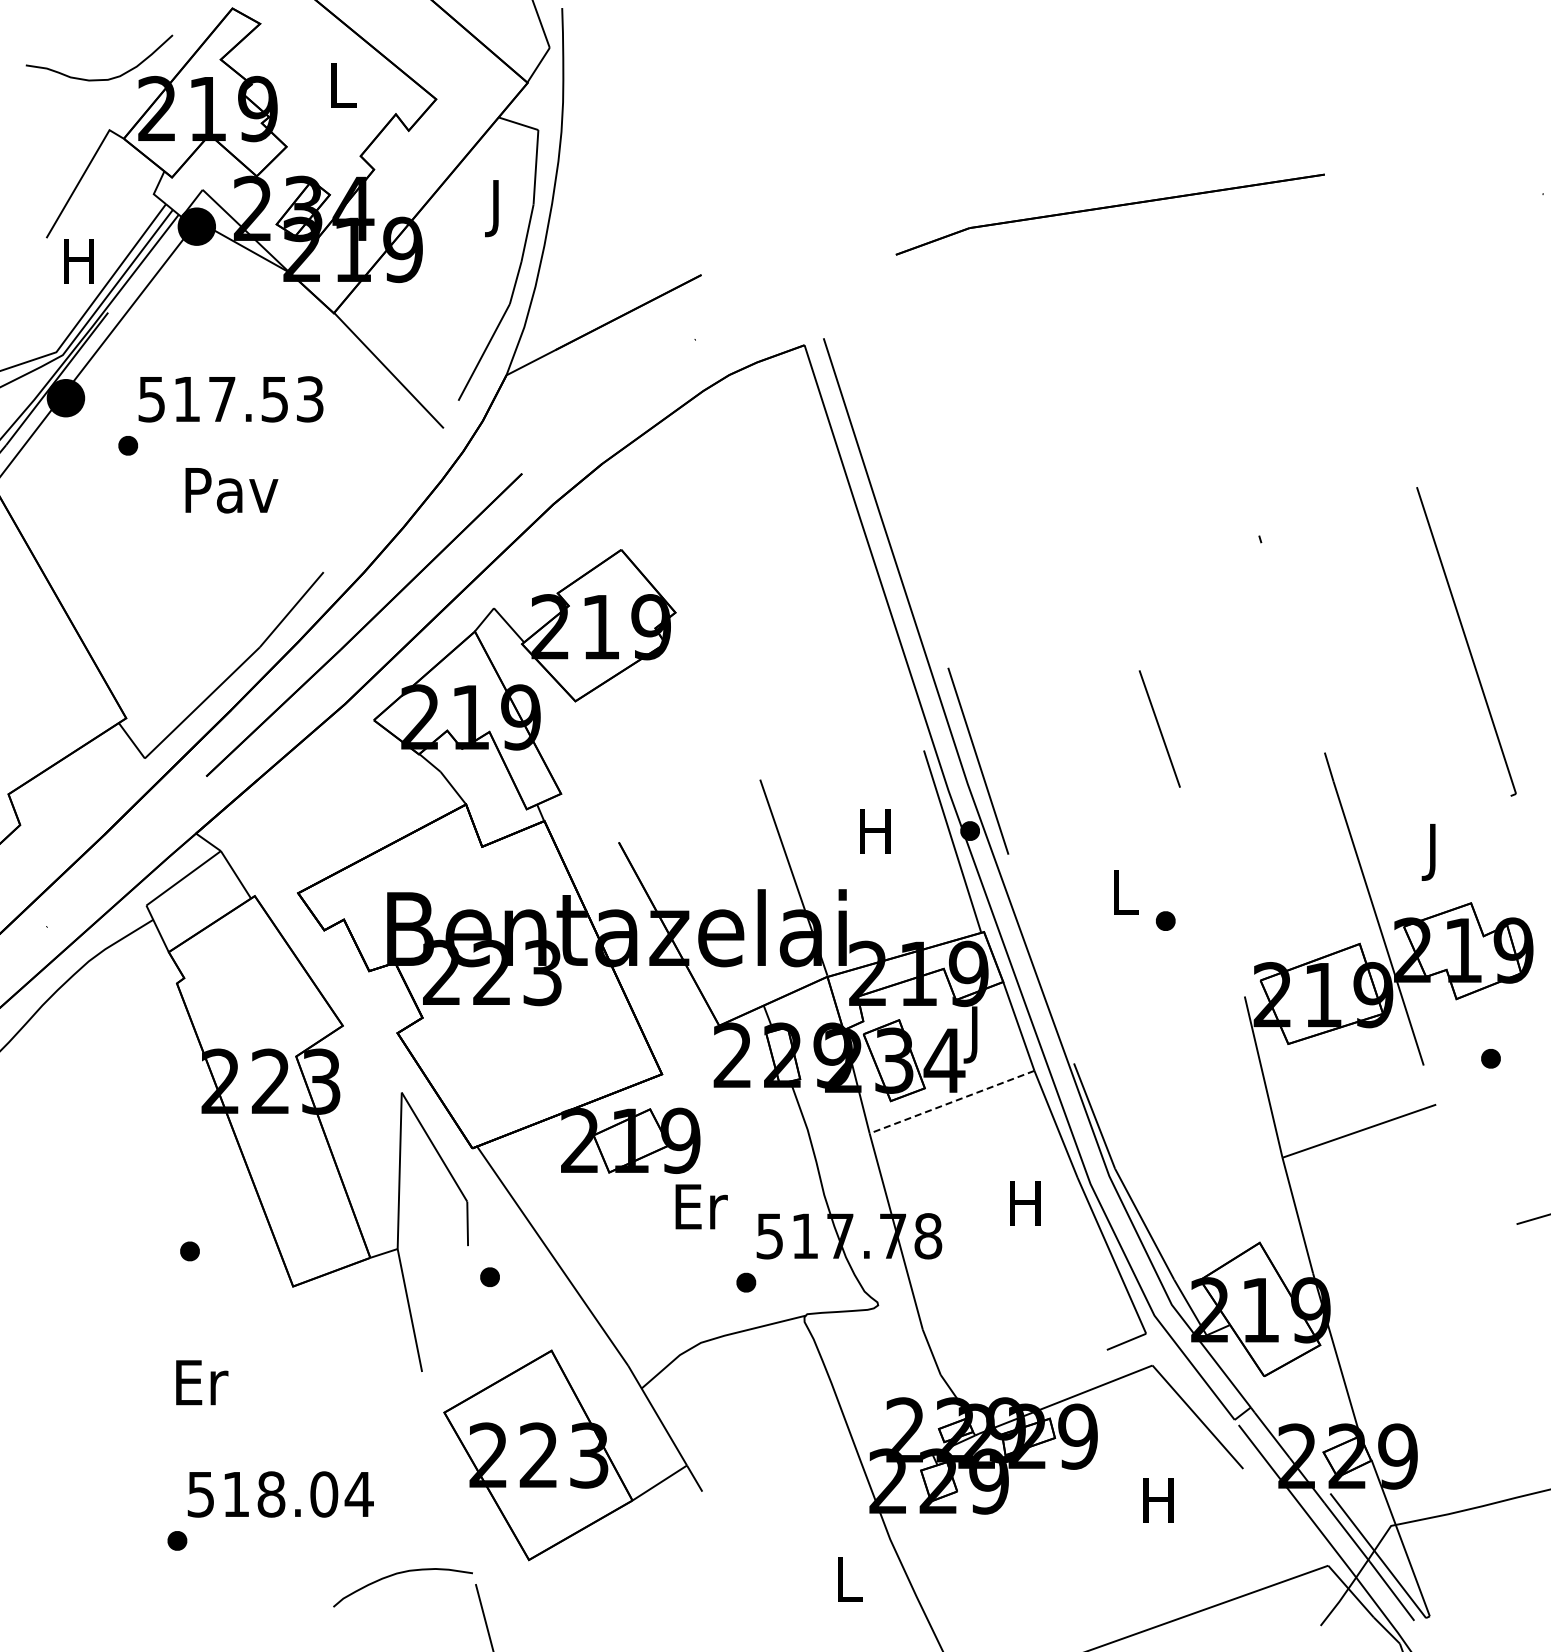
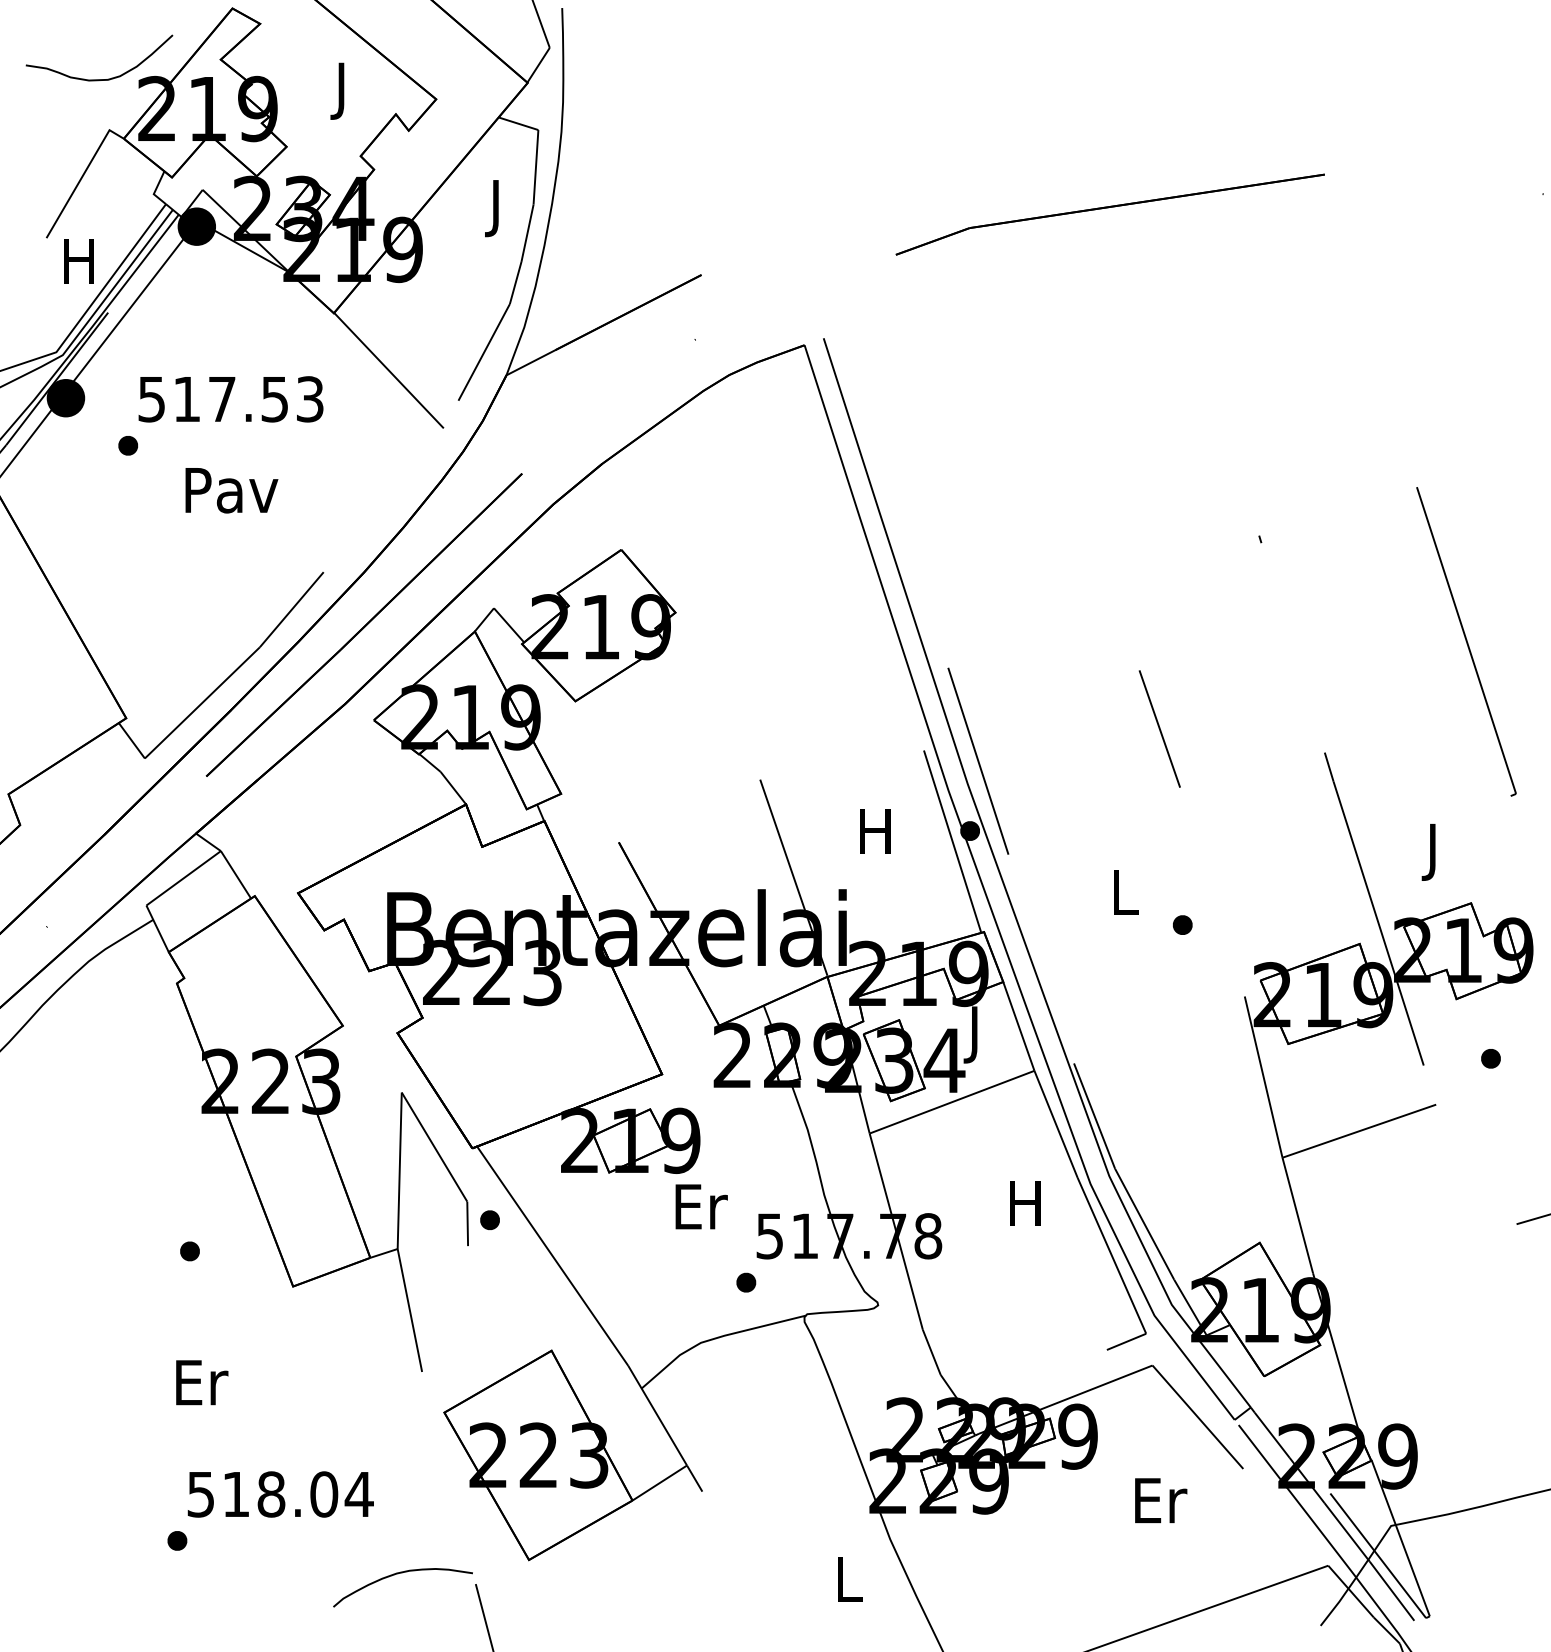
text at (343, 90): L -> J
part at (1165, 920) position: (1165, 920) -> (1182, 924)
line at (951, 1102): dashed -> solid
part at (489, 1276) position: (489, 1276) -> (489, 1219)
text at (1161, 1500): H -> Er
